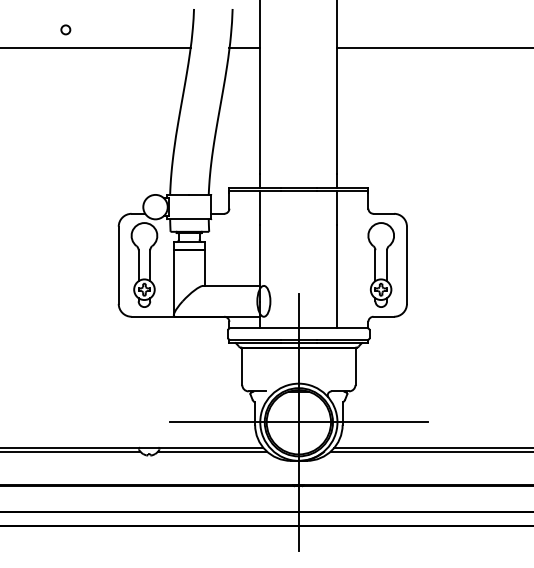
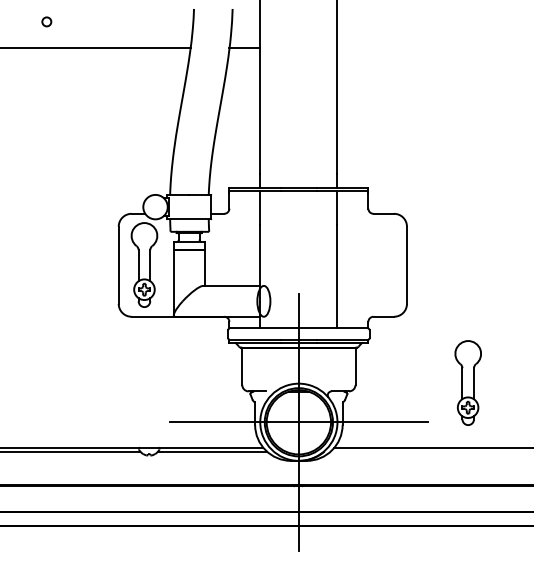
circle at (65, 29) position: (65, 29) -> (46, 21)
line at (433, 47): present -> none
part at (380, 264) position: (380, 264) -> (467, 382)
line at (430, 451): present -> none
